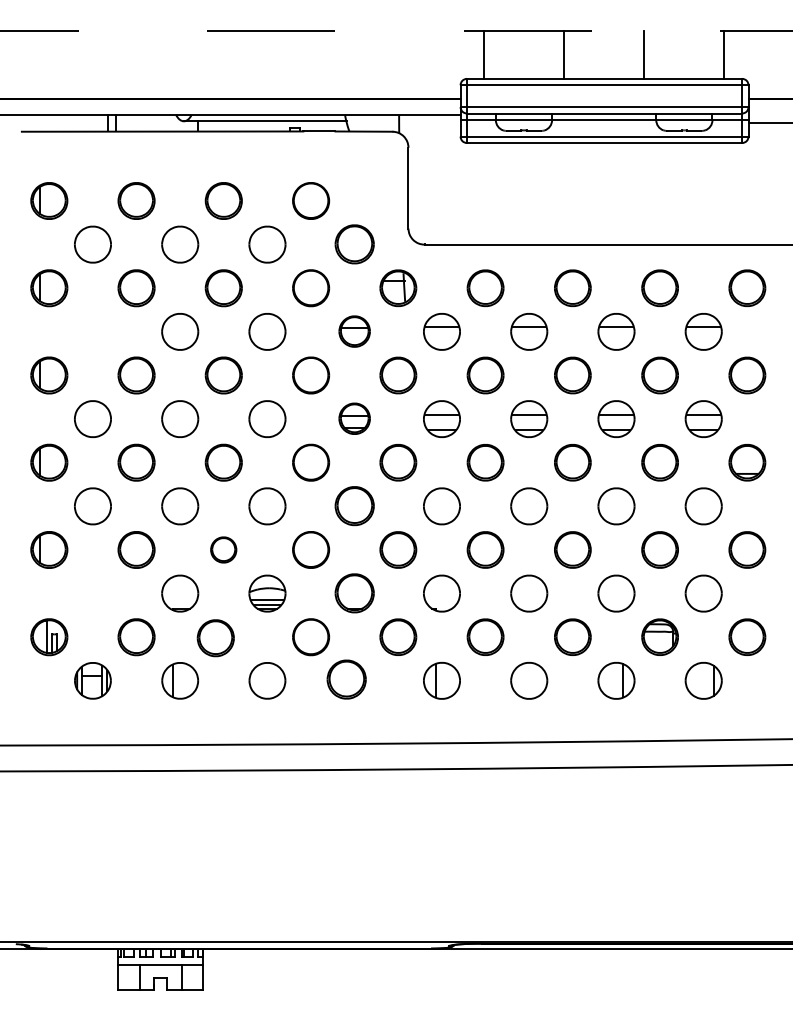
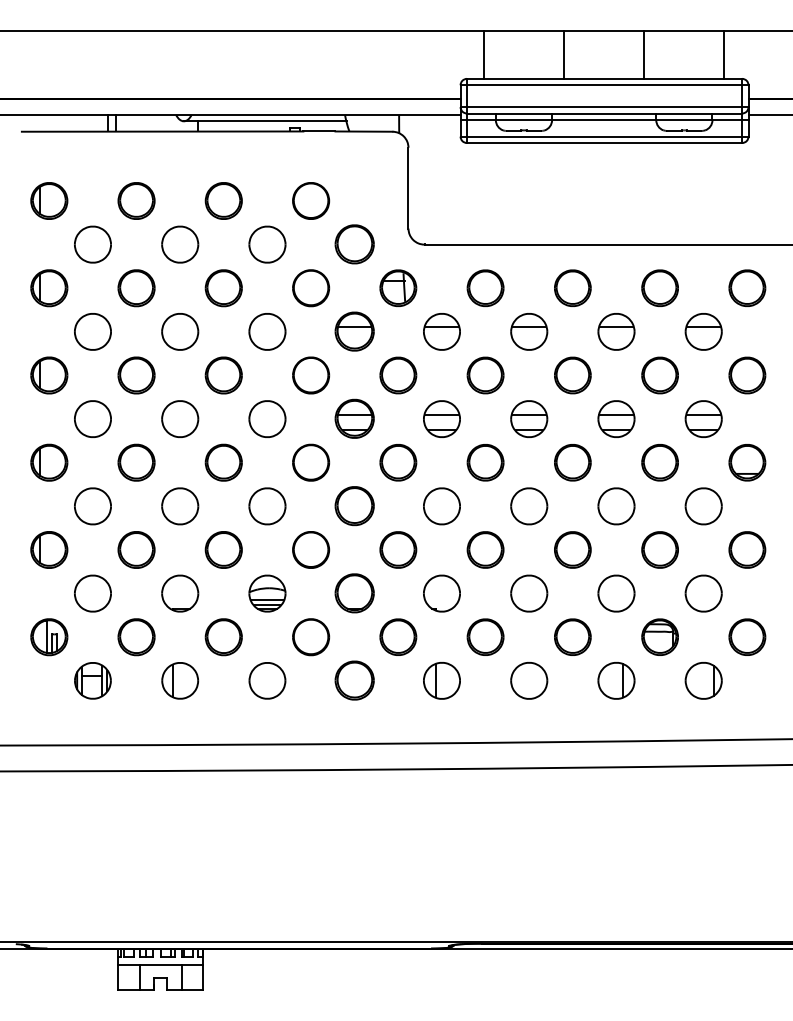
line at (396, 30): dashed -> solid
line at (768, 123) position: (768, 123) -> (768, 115)
part at (92, 331): none -> present
part at (354, 331) size: 33x33 px -> 41x41 px
part at (354, 418) size: 33x33 px -> 41x41 px
part at (223, 549) size: 28x28 px -> 39x38 px
part at (92, 593): none -> present
part at (215, 638) position: (215, 638) -> (223, 637)
part at (346, 679) position: (346, 679) -> (354, 680)
